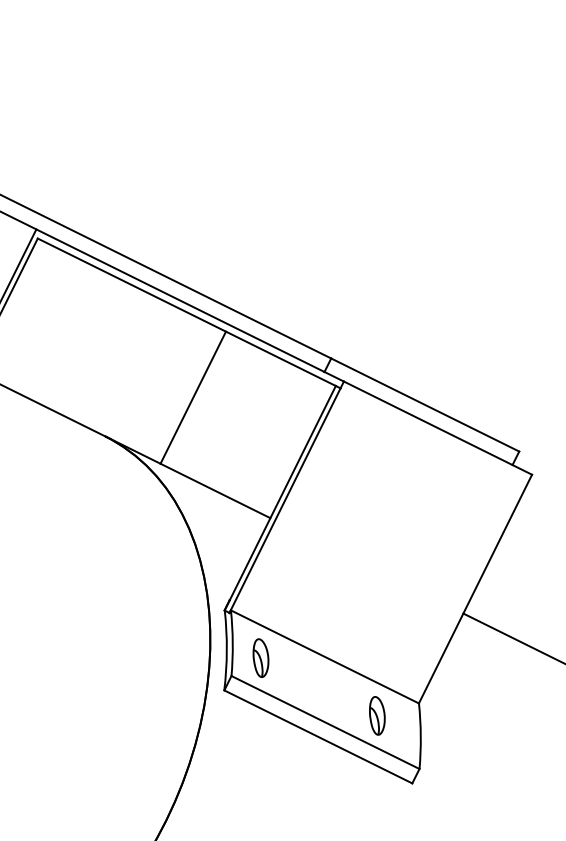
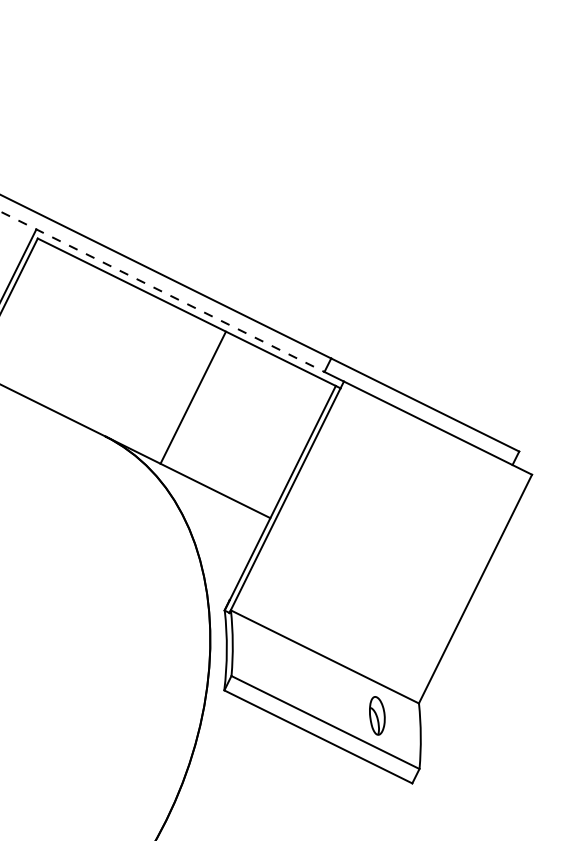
line at (162, 291): solid -> dashed
line at (512, 637): present -> none
part at (260, 657): present -> none
